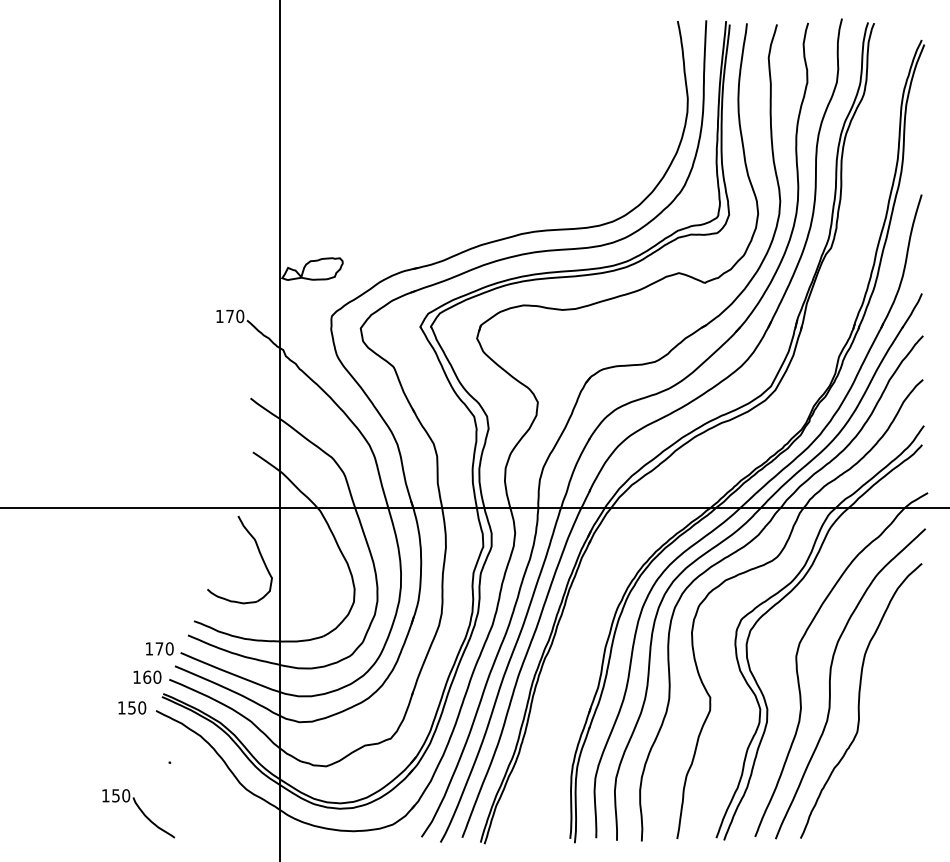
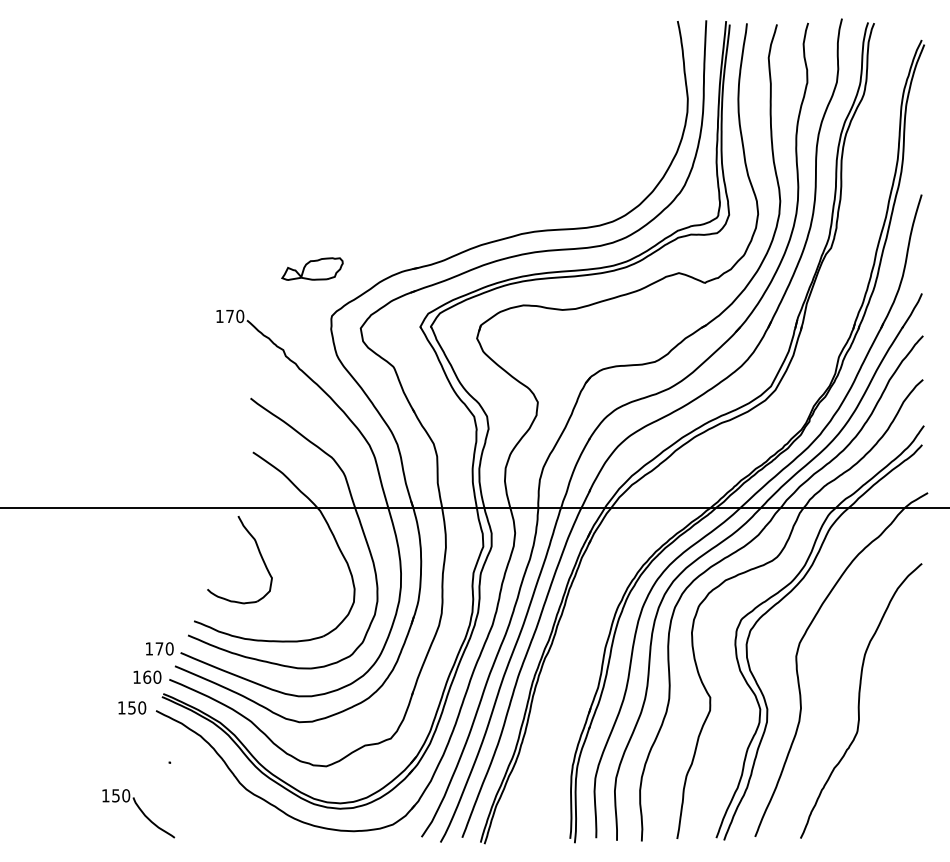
line at (280, 430): present -> none
curve at (830, 683): present -> none
